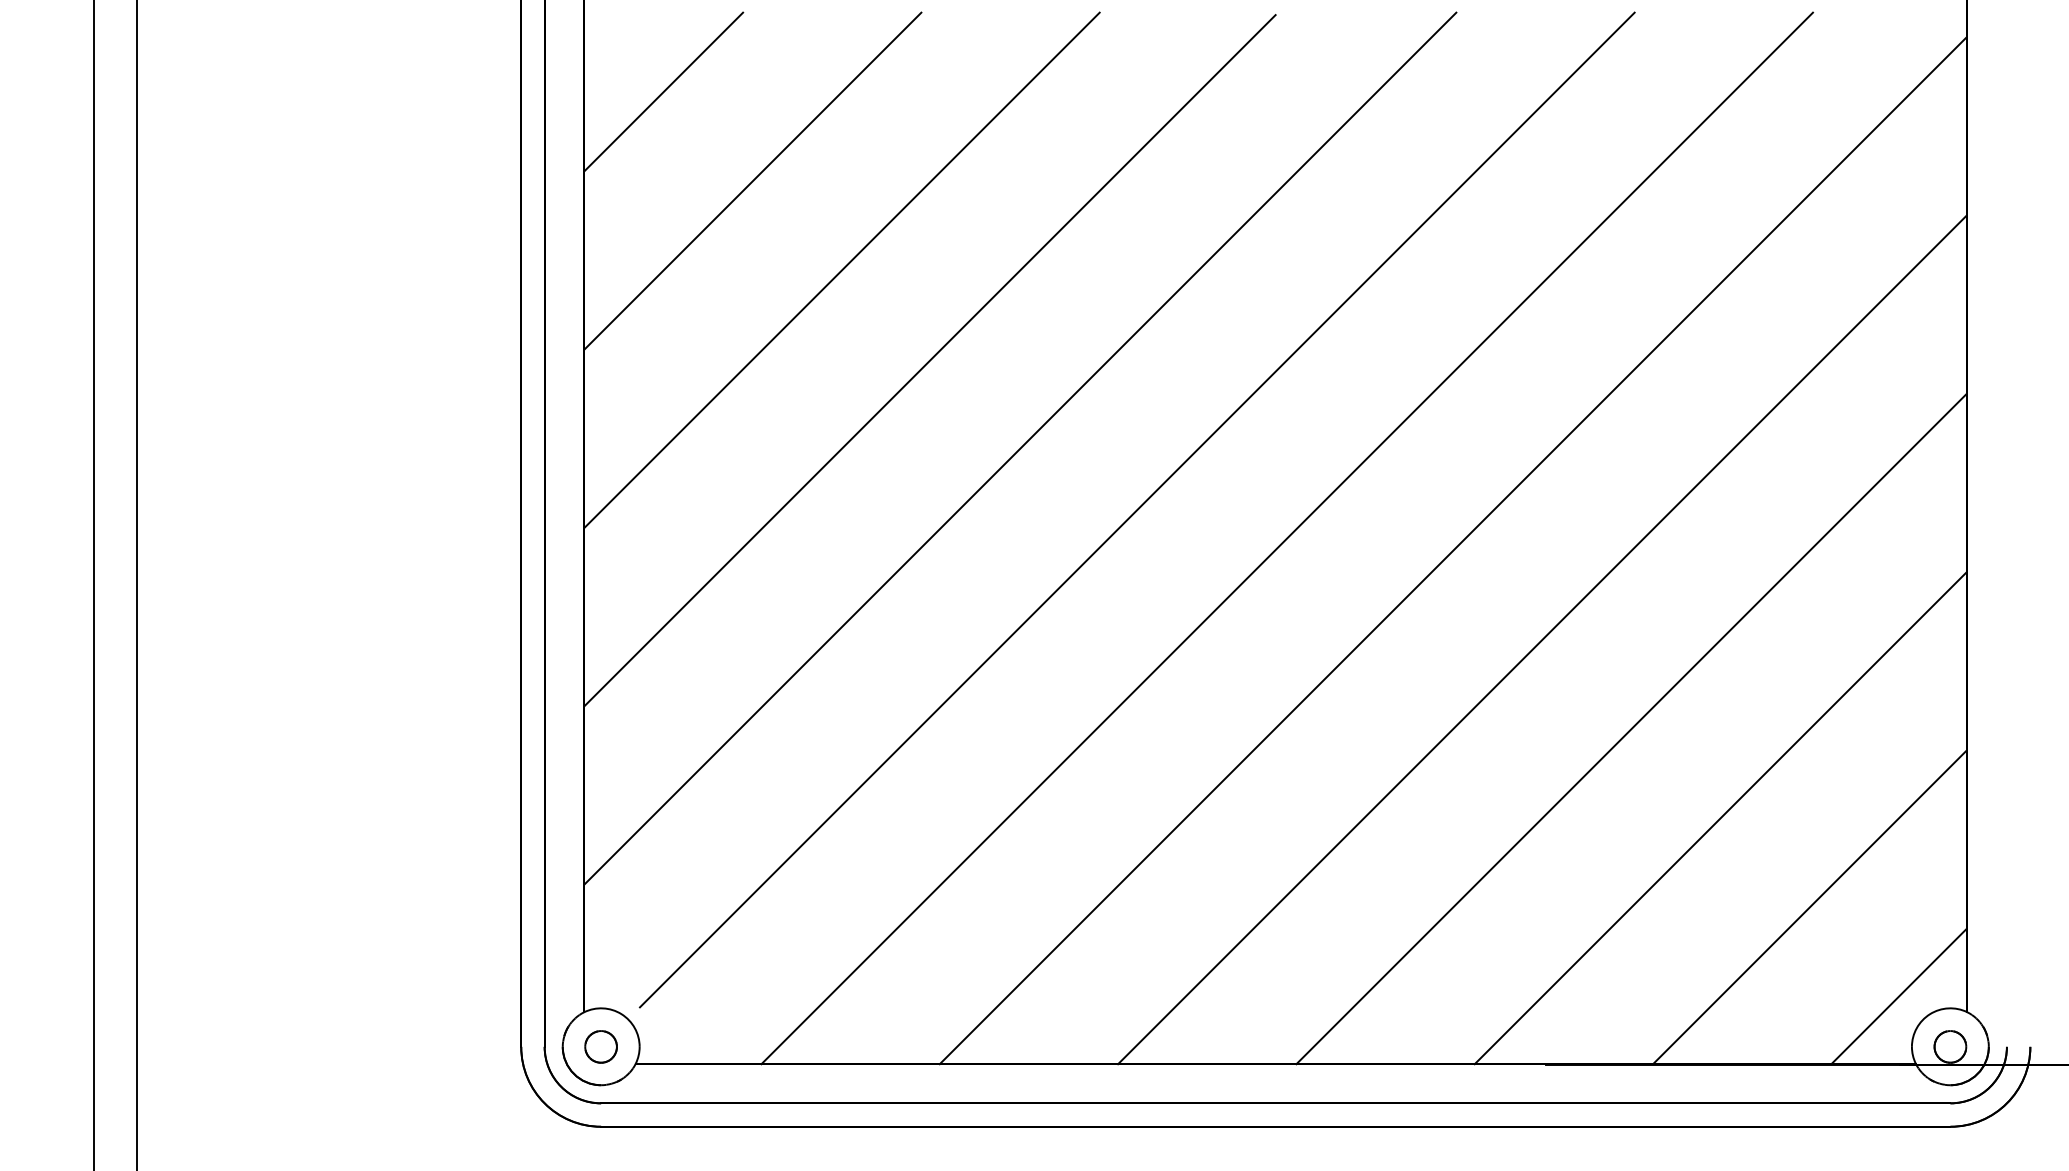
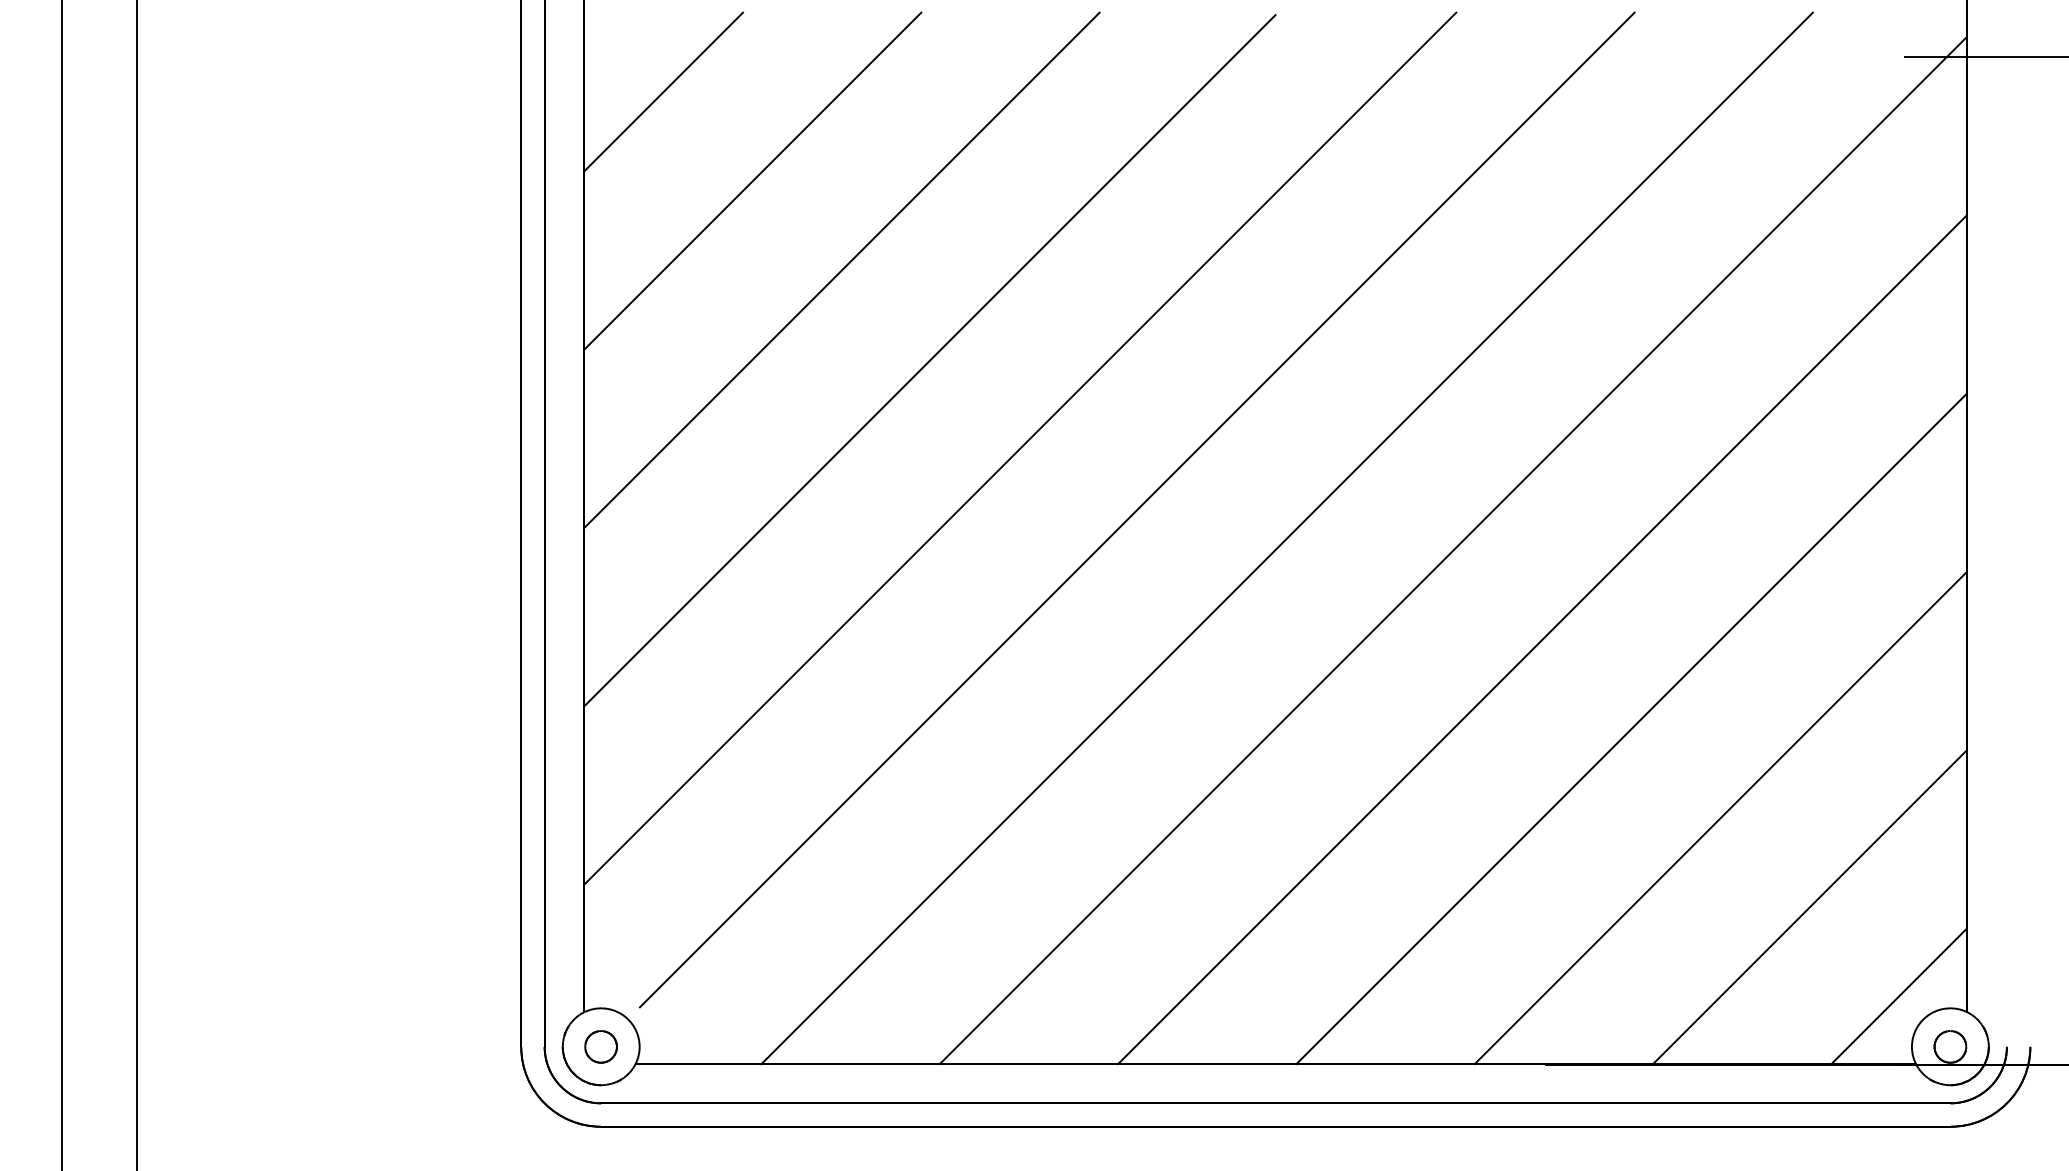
line at (1984, 56): none -> present
line at (94, 584) position: (94, 584) -> (62, 584)
